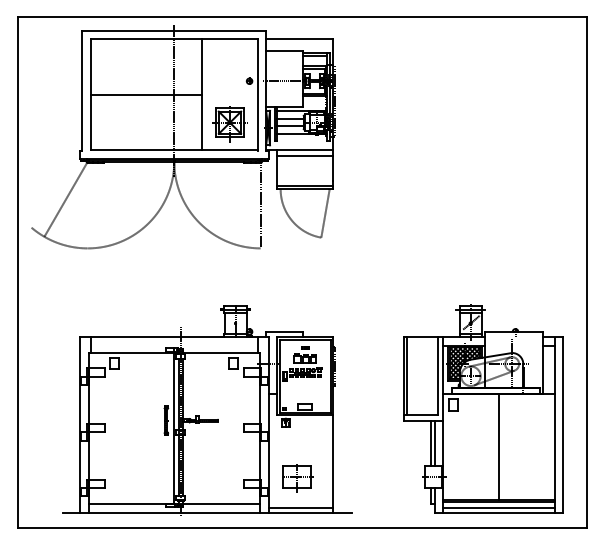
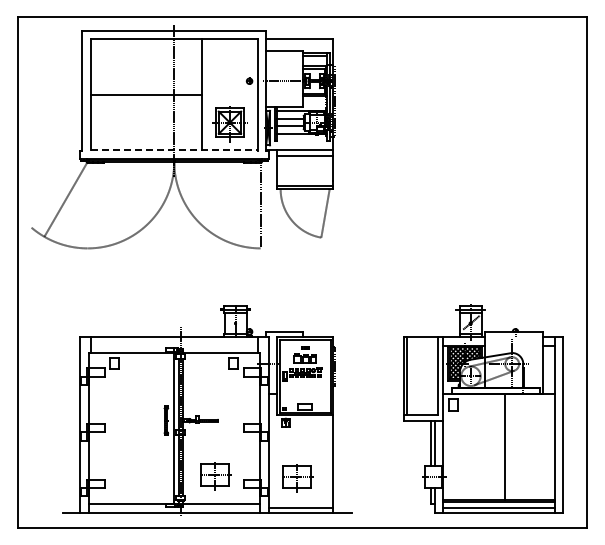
line at (174, 150): solid -> dashed
line at (498, 447) position: (498, 447) -> (504, 447)
part at (215, 476): none -> present
